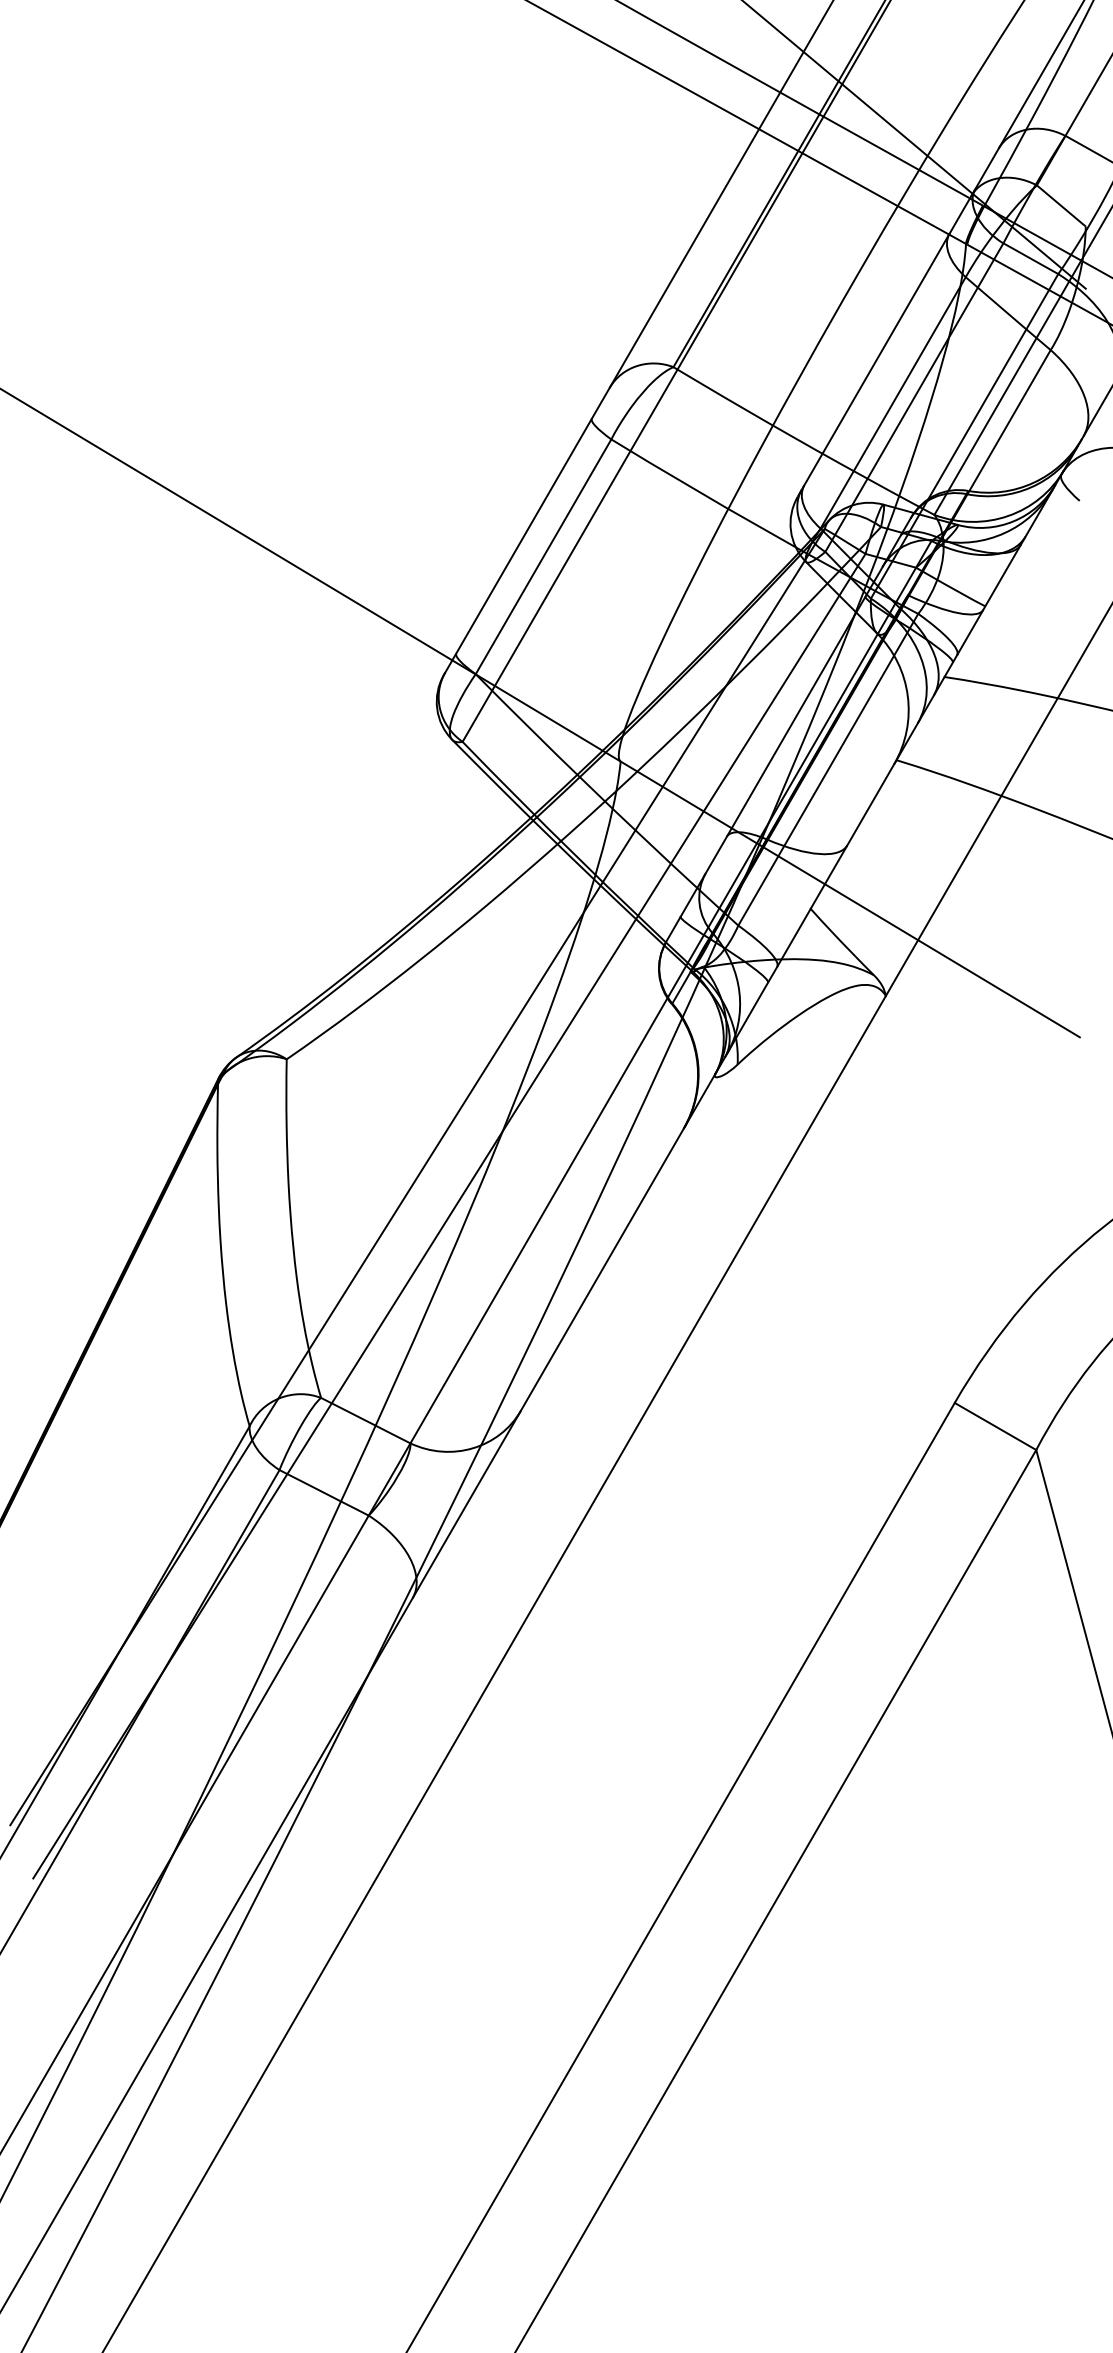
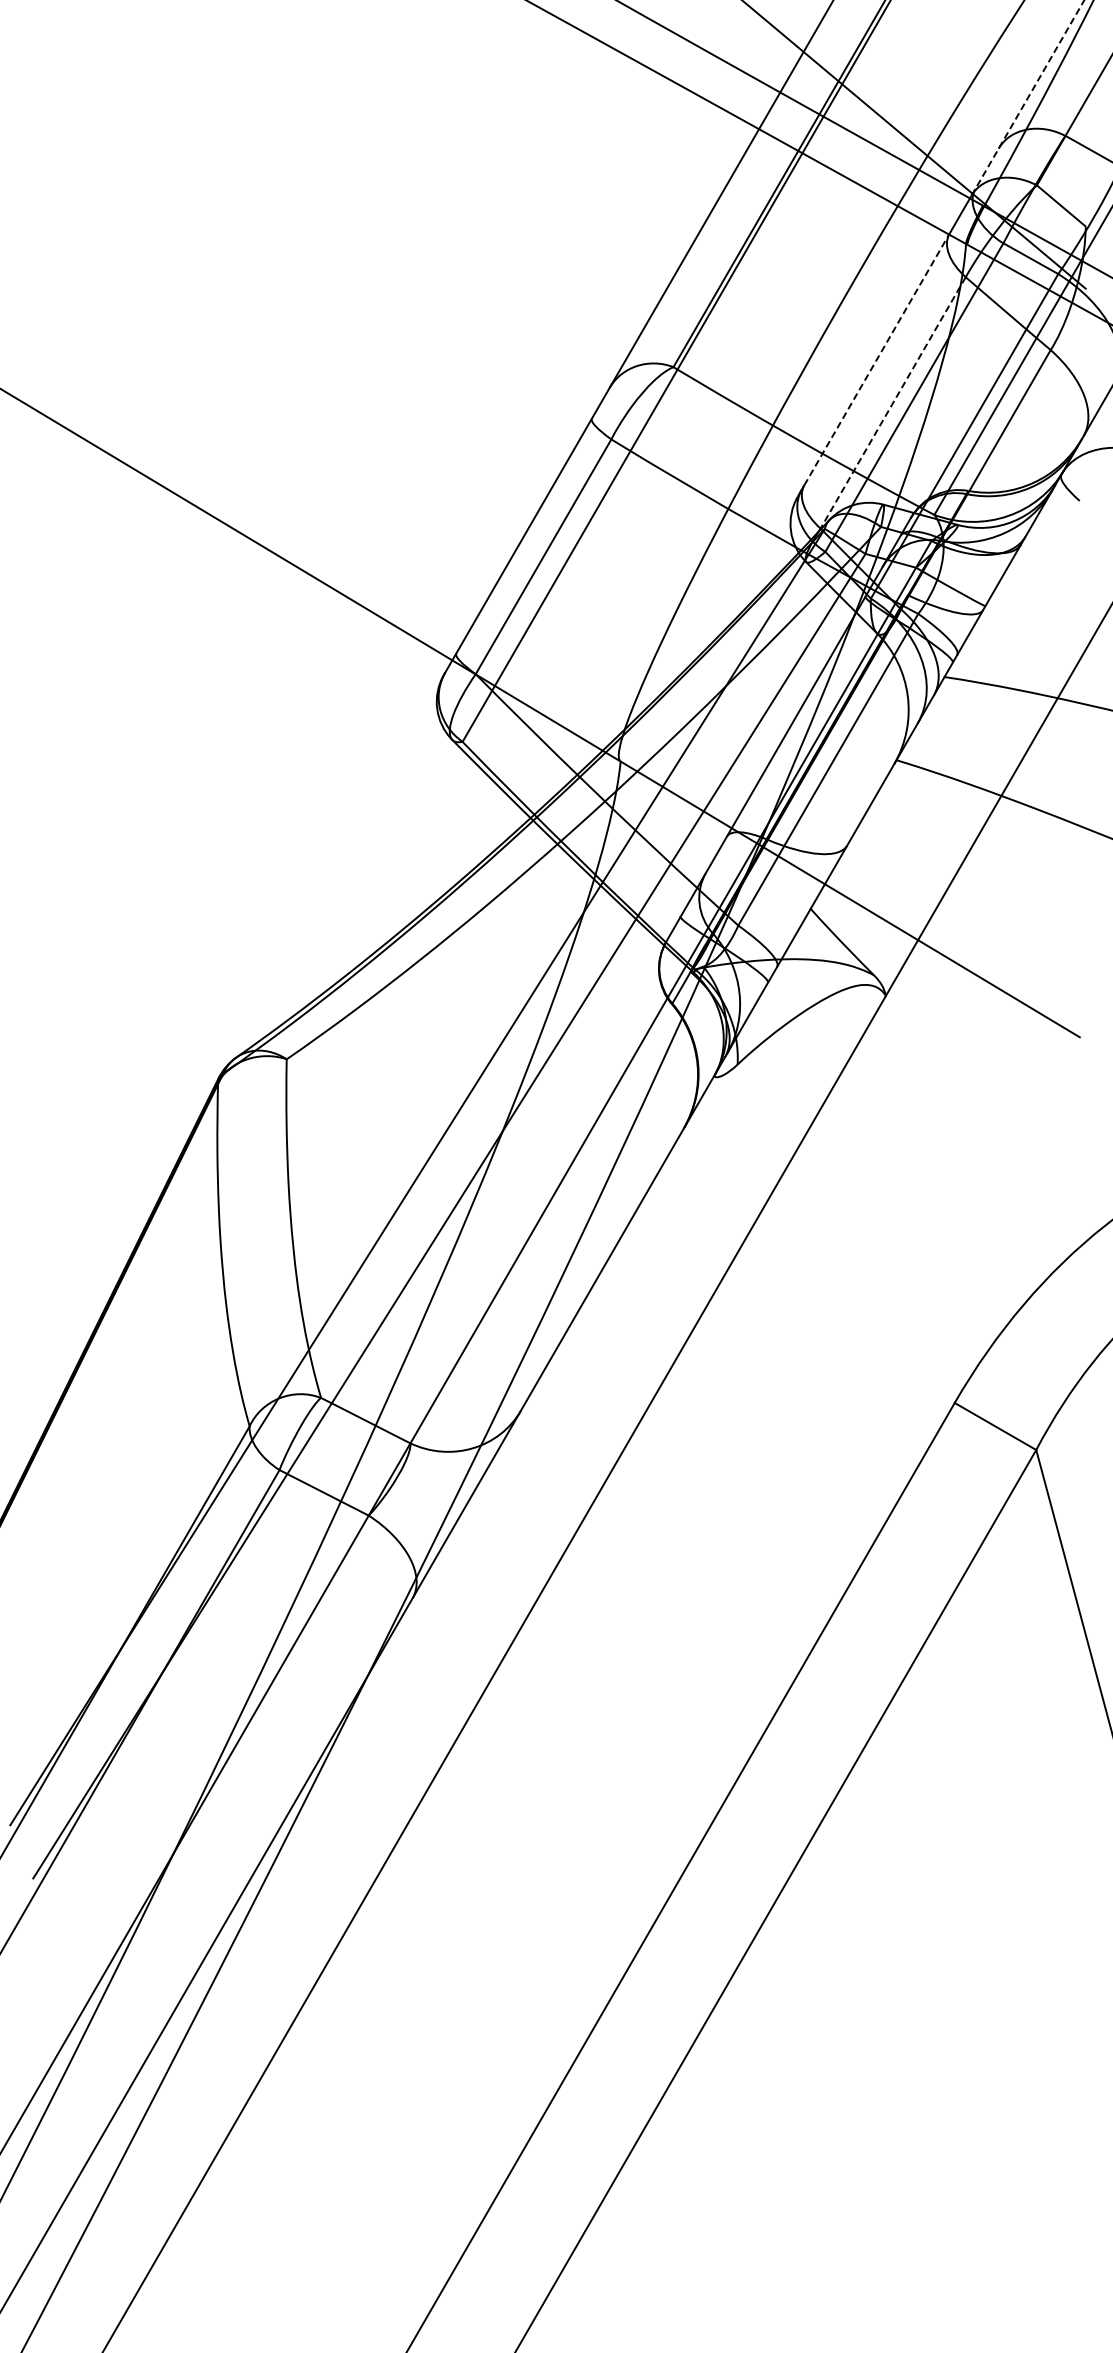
line at (1028, 97): solid -> dashed
line at (877, 359): solid -> dashed
line at (892, 403): solid -> dashed
